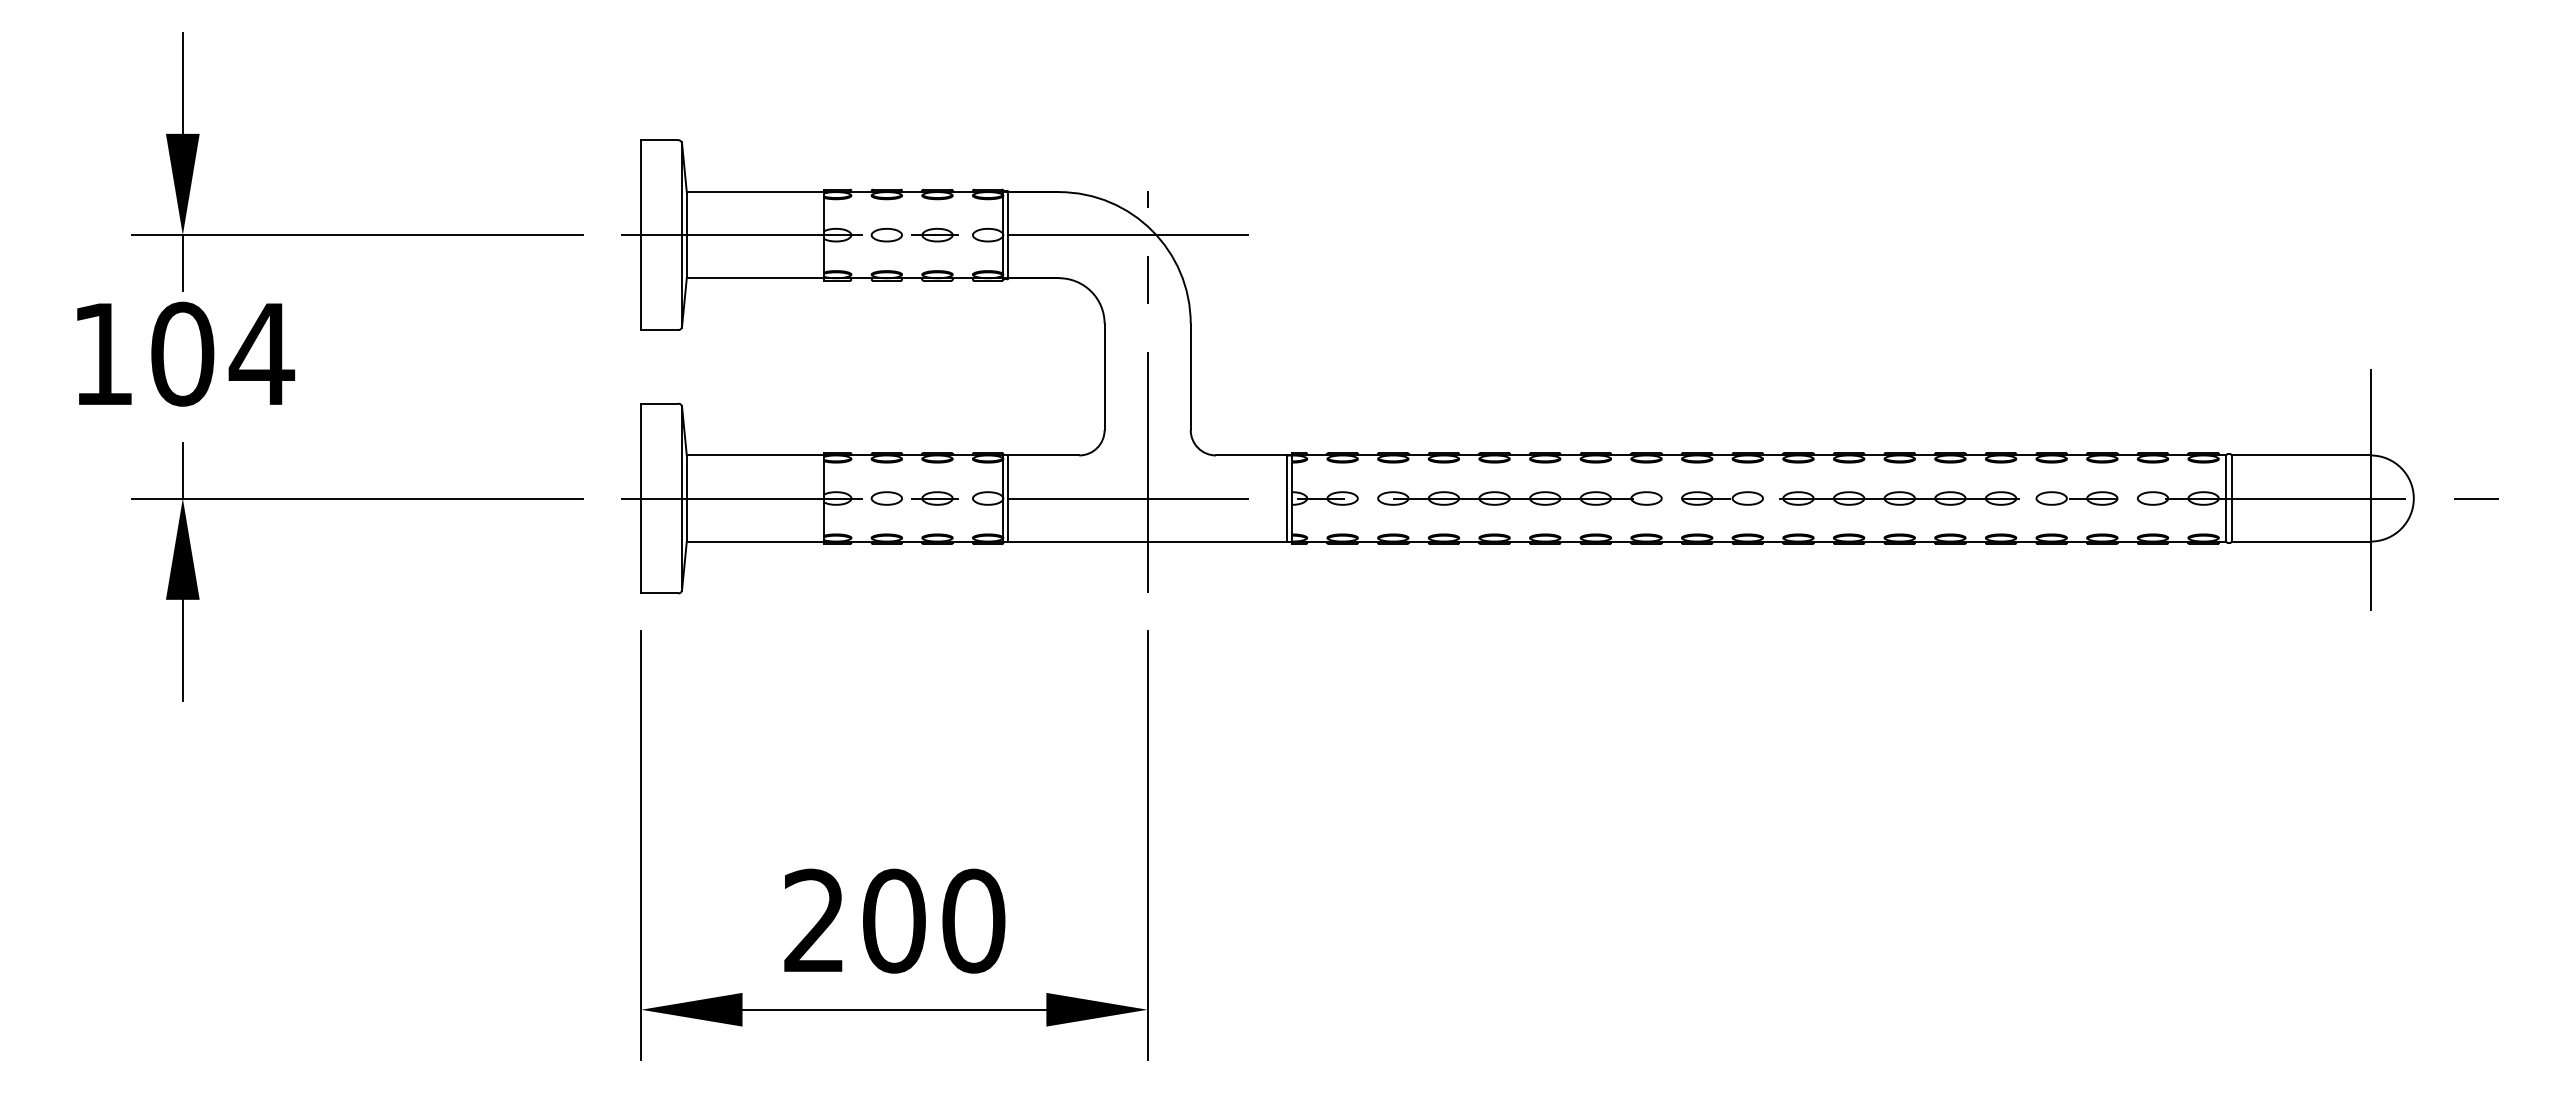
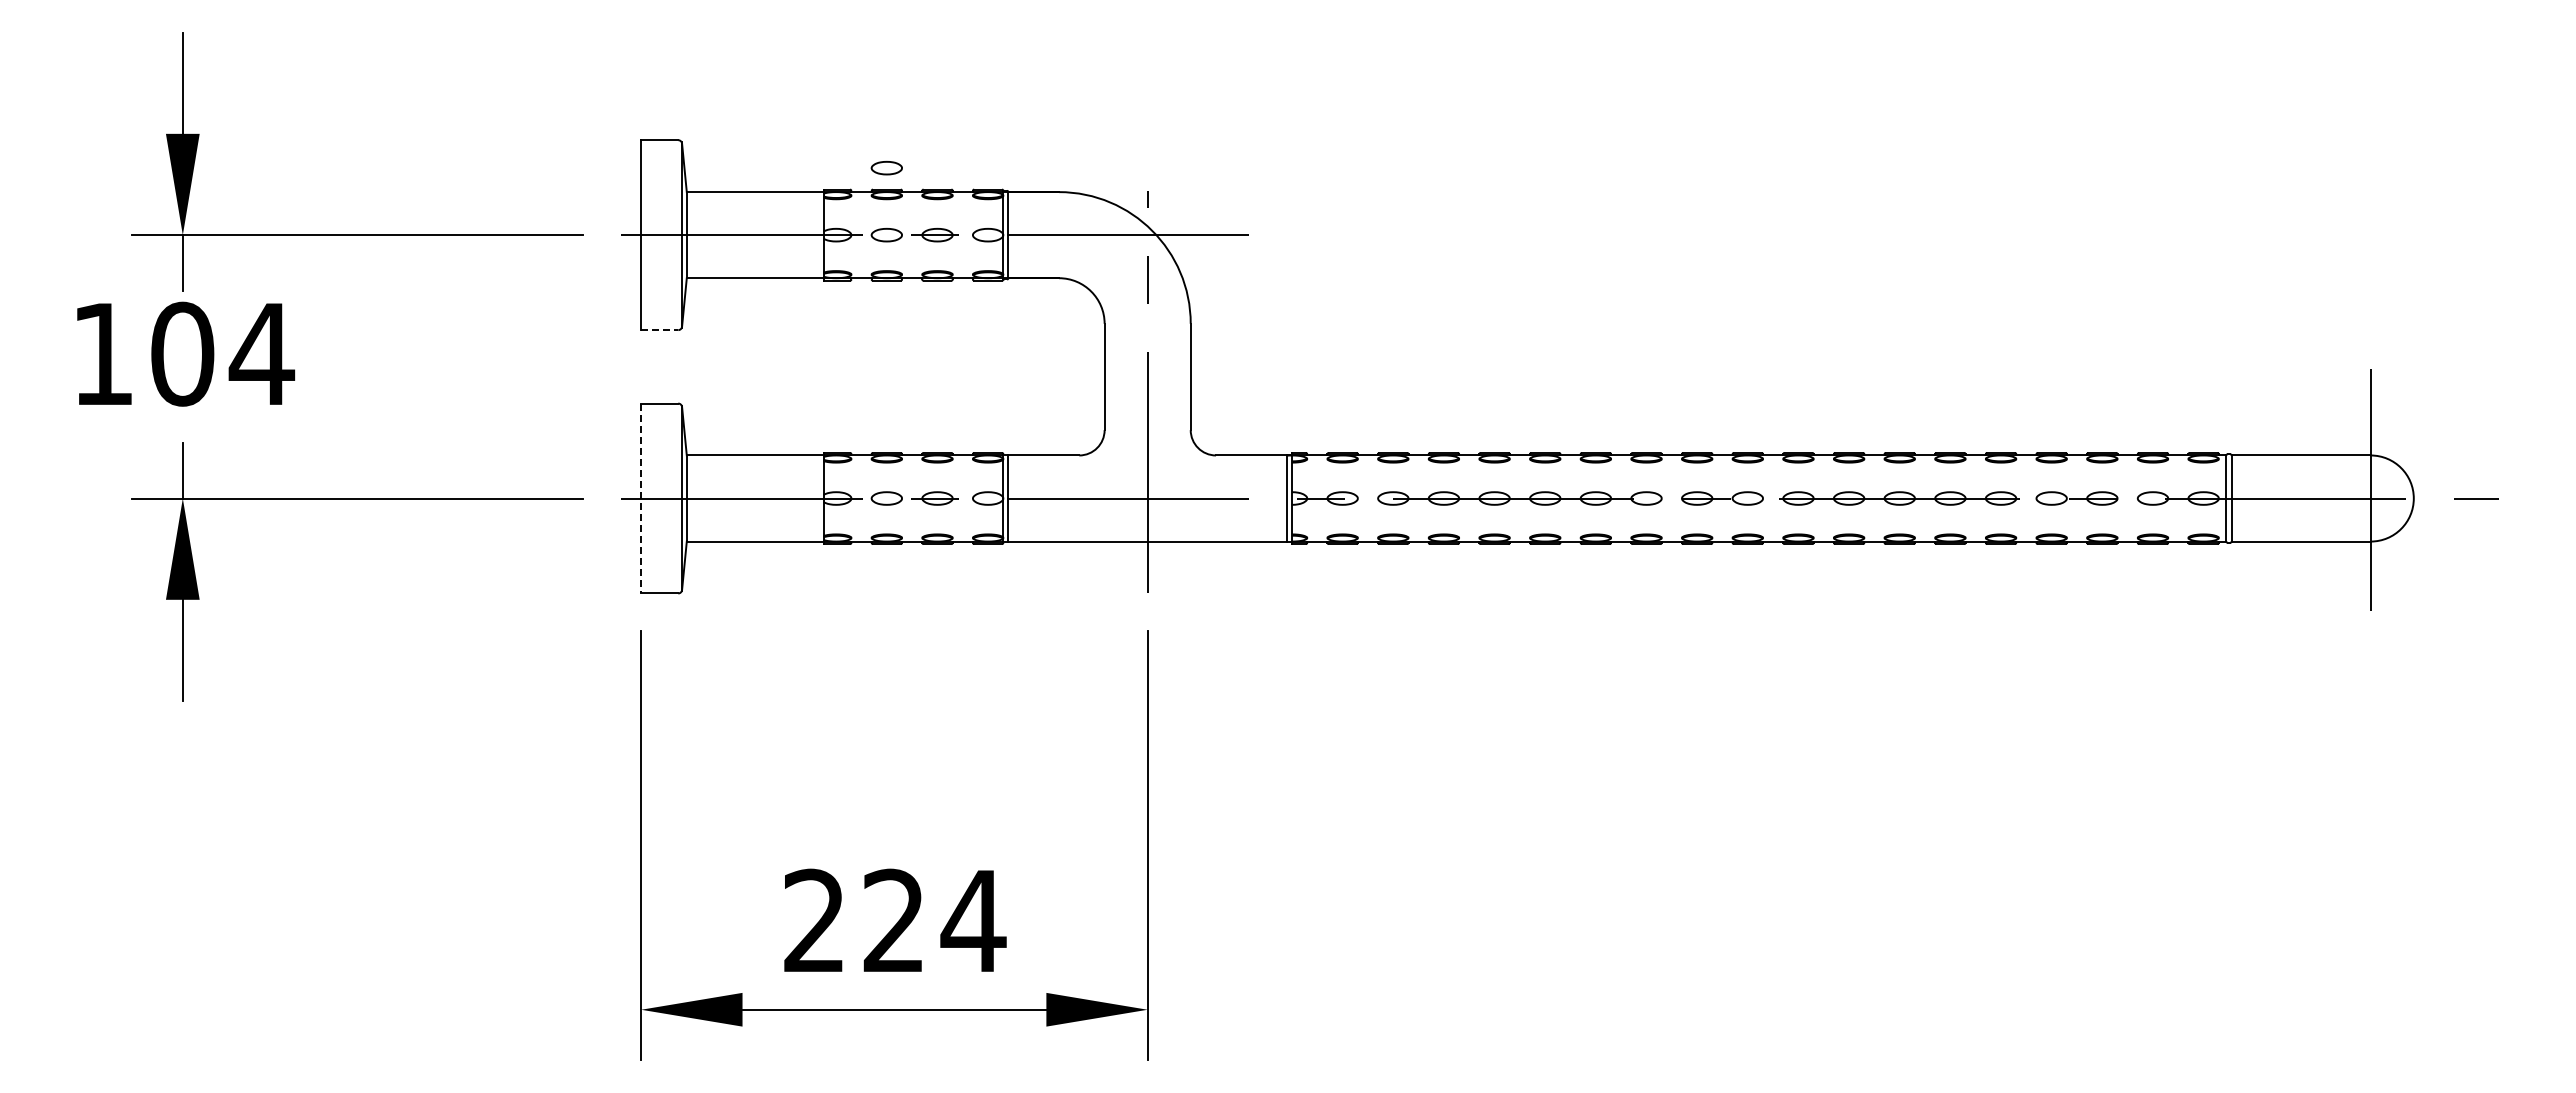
part at (886, 168): none -> present
line at (659, 330): solid -> dashed
line at (641, 498): solid -> dashed
text at (934, 920): 200 -> 224
